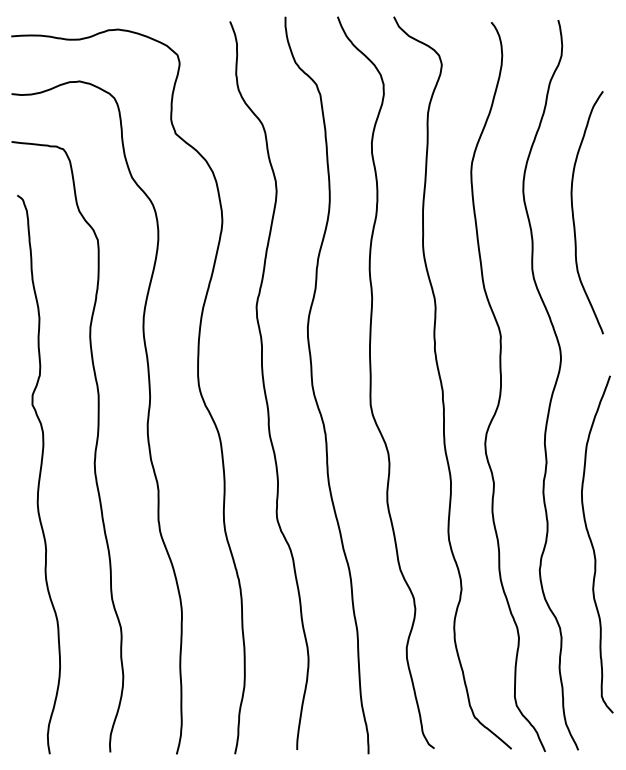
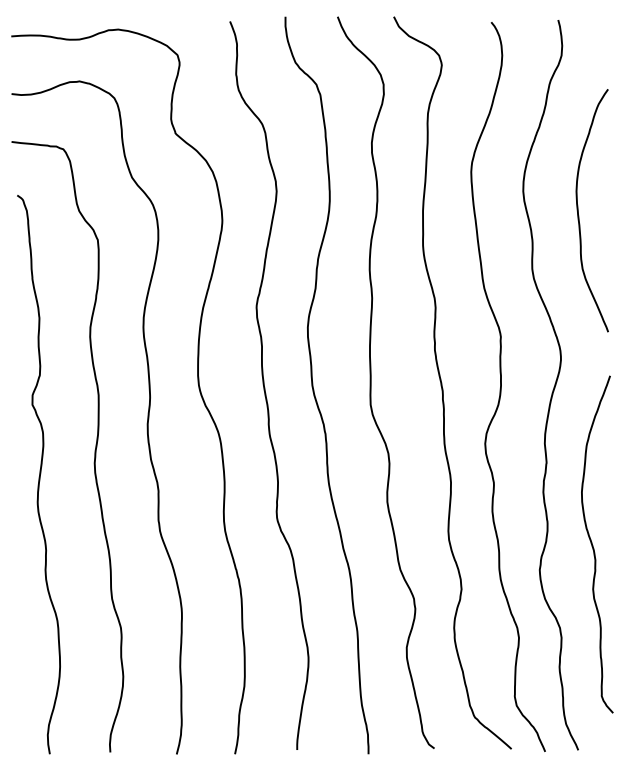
curve at (573, 212) position: (573, 212) -> (578, 210)
